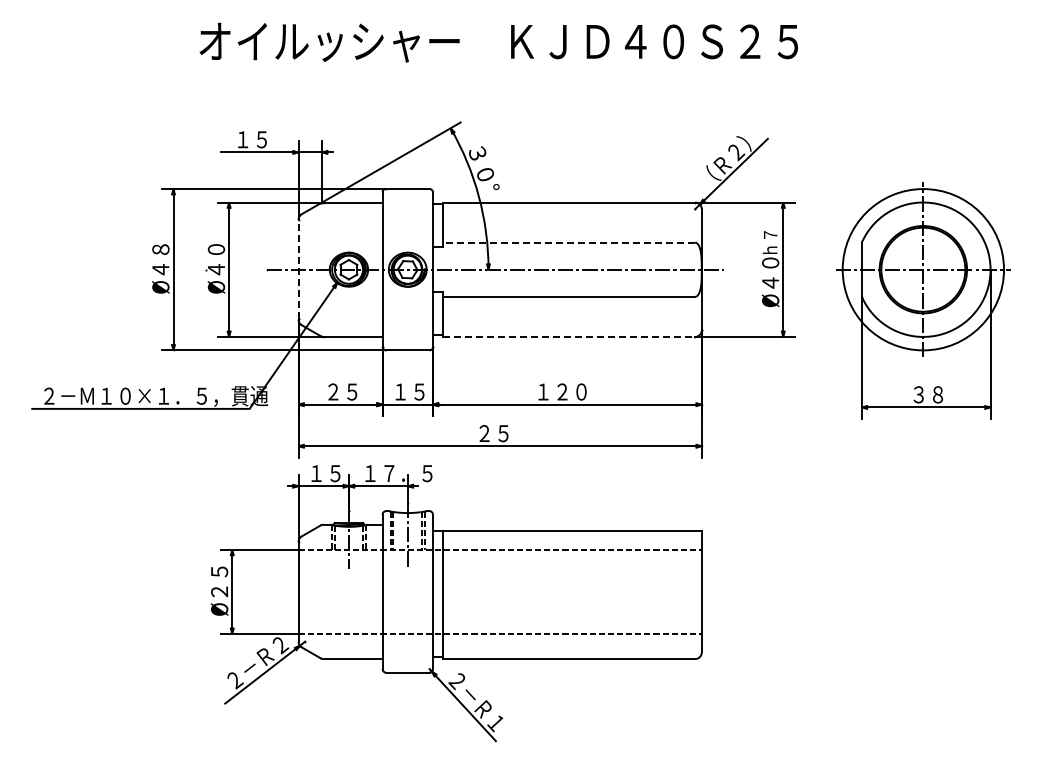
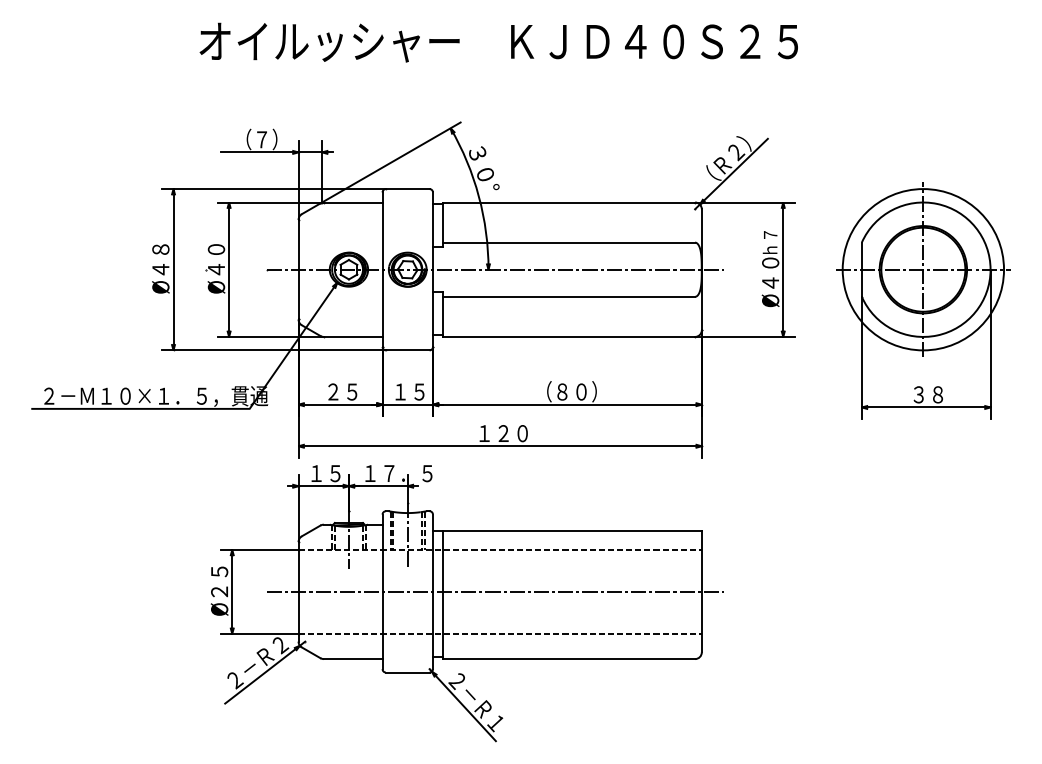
text at (257, 139): １５ -> （７）
line at (568, 242): dashed -> solid
line at (298, 269): dashed -> solid
line at (569, 336): dashed -> solid
text at (567, 391): １２０ -> （８０）
text at (503, 433): ２５ -> １２０
line at (495, 591): none -> present
